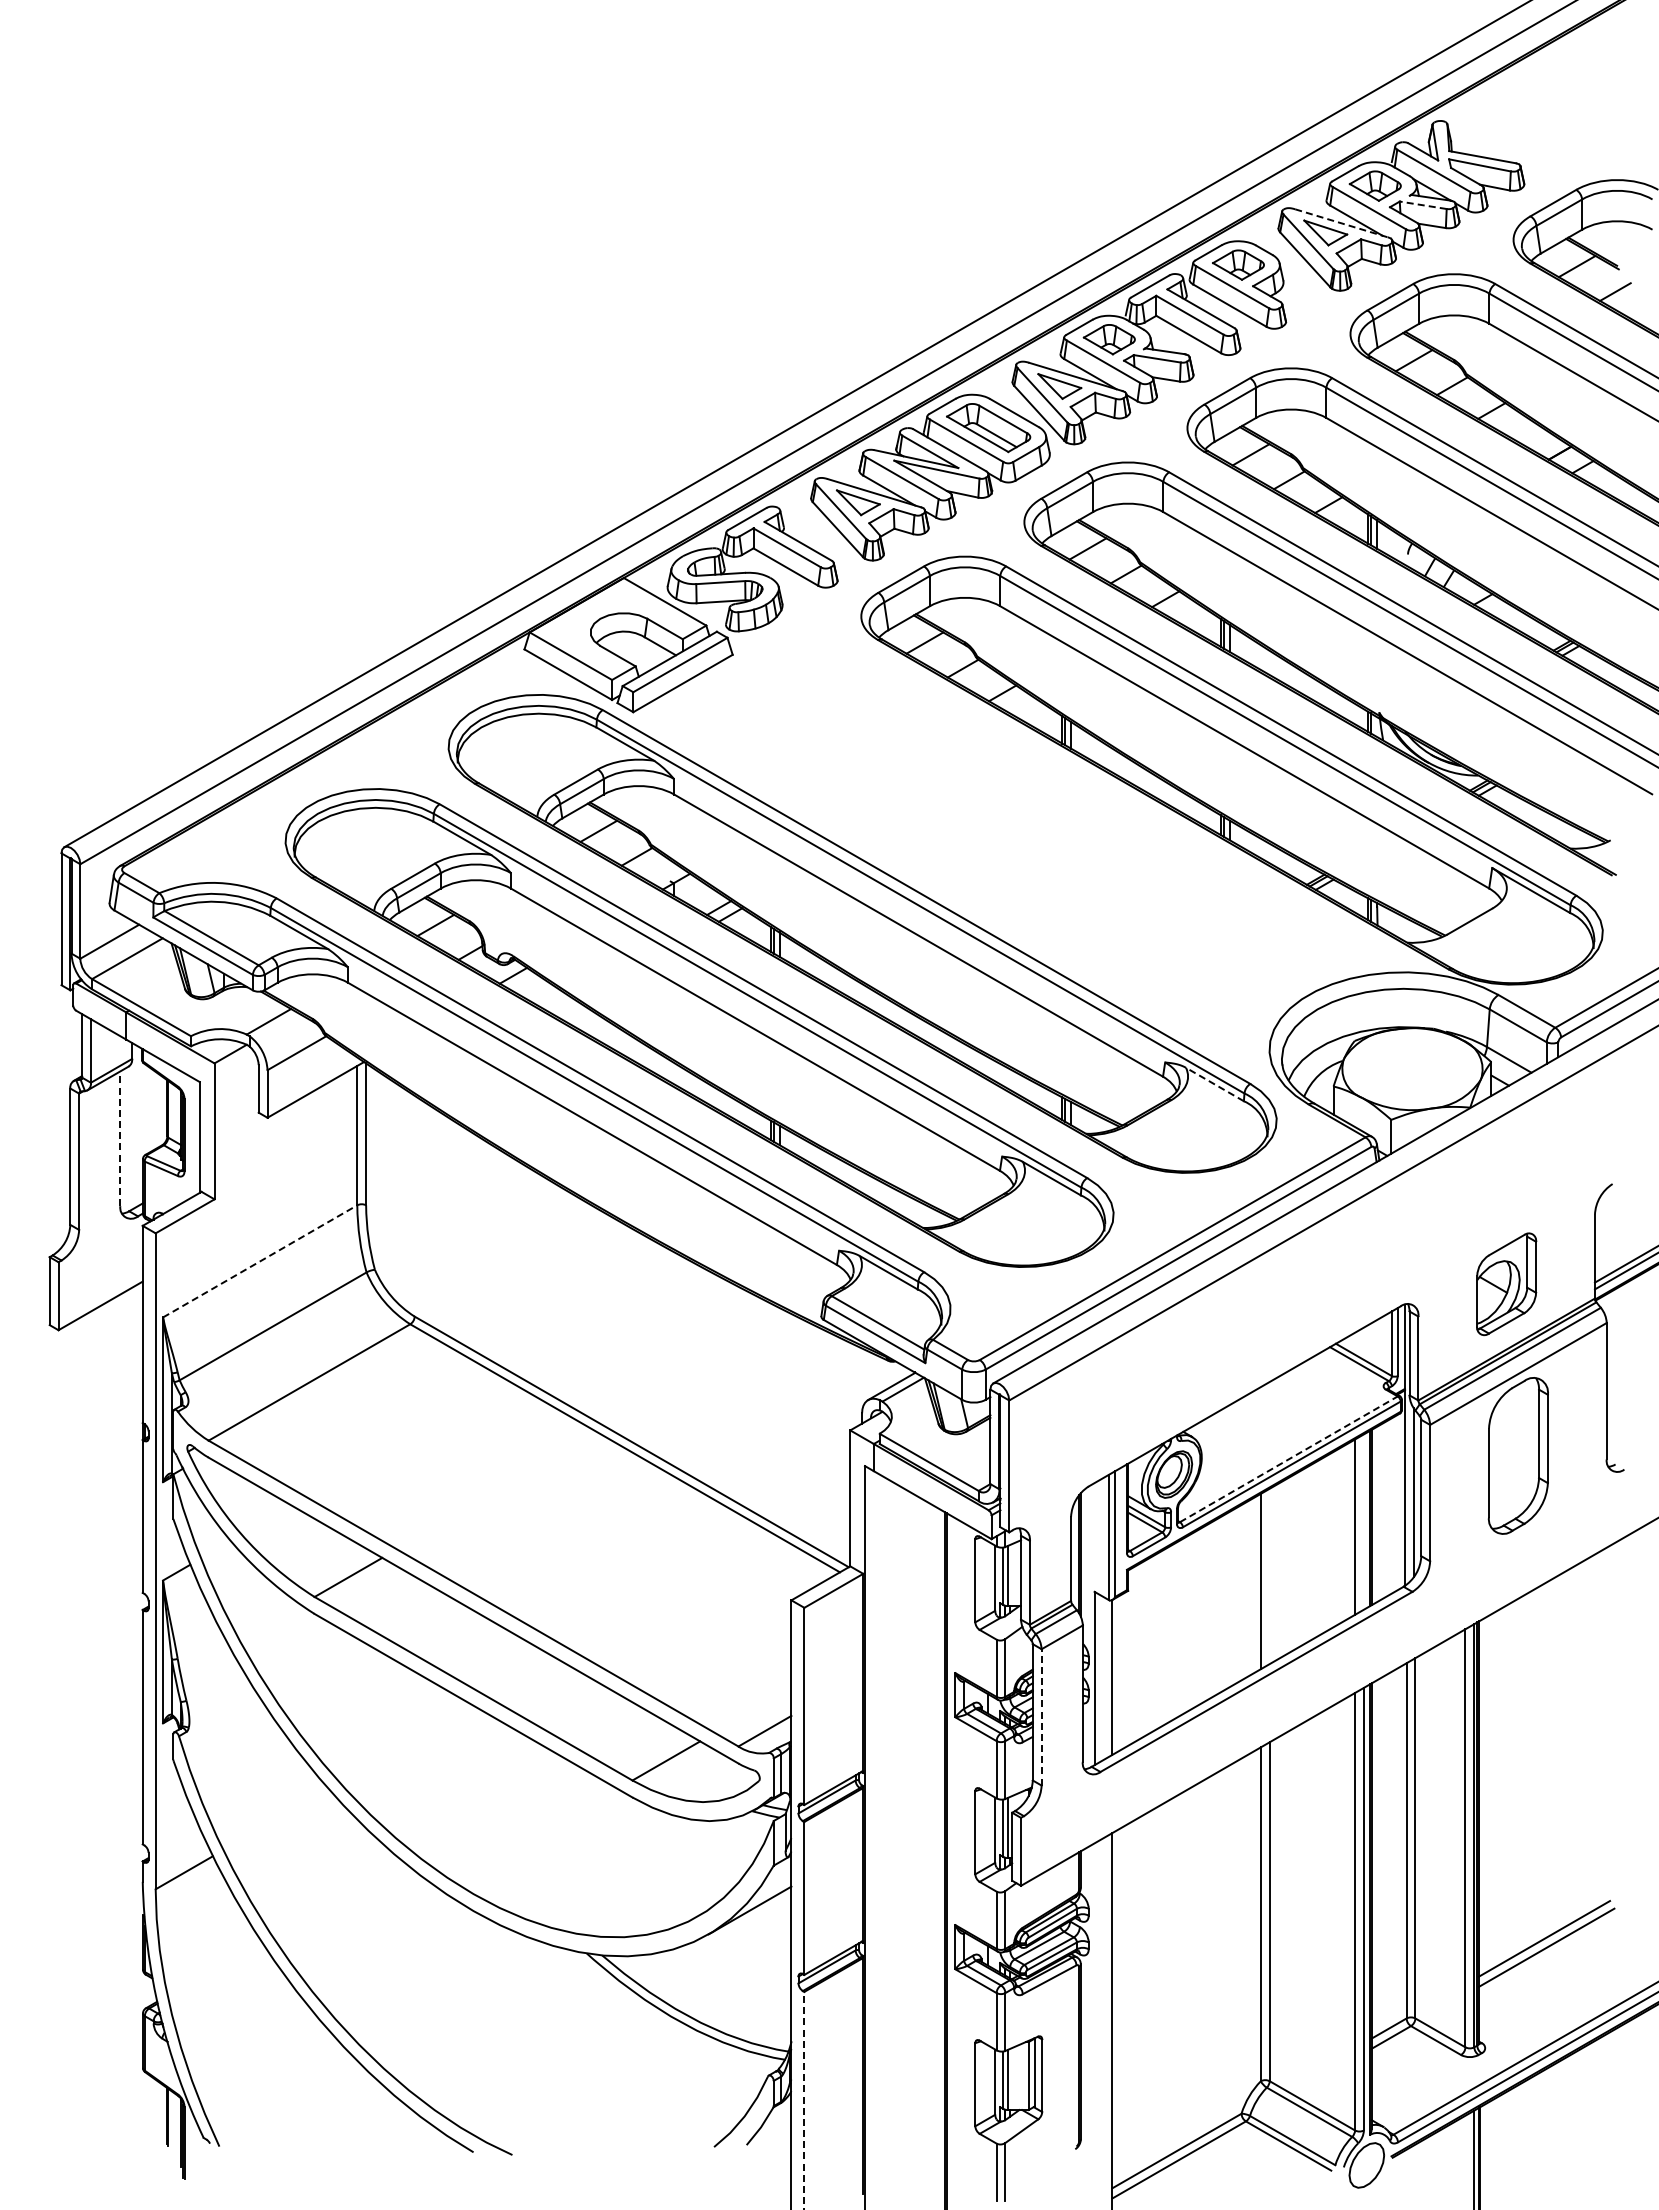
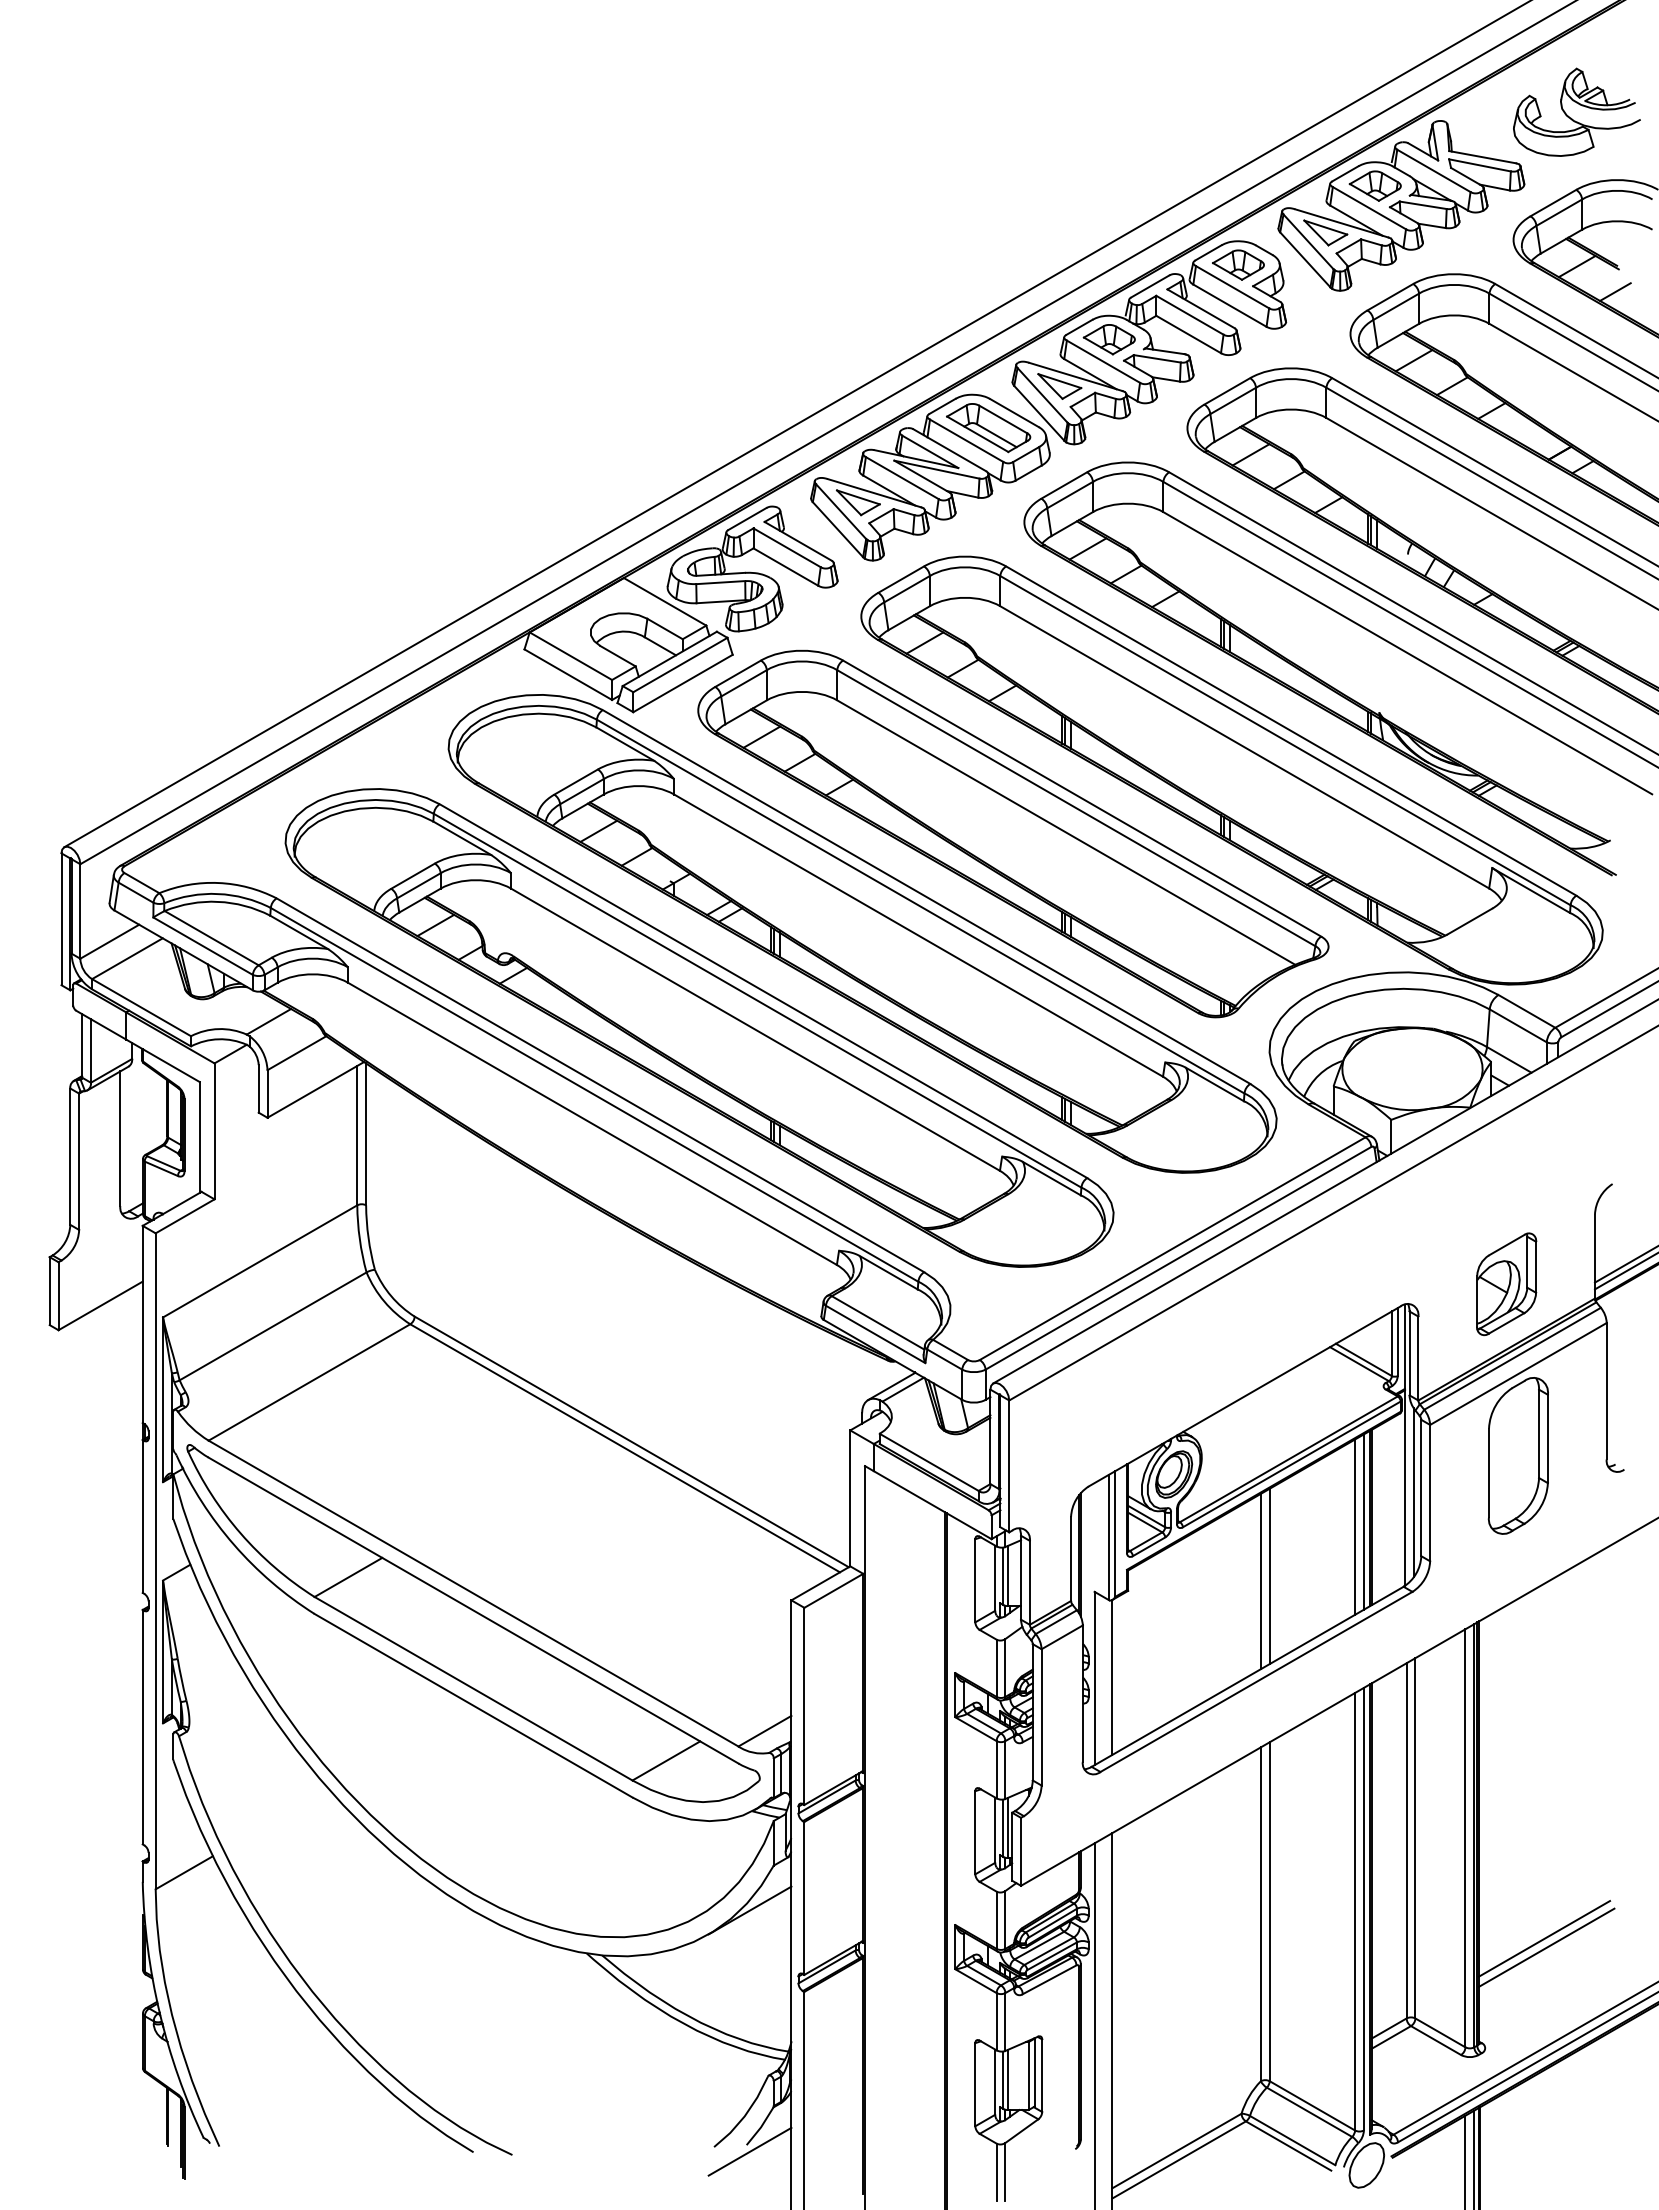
part at (1580, 105): none -> present
line at (1423, 205): dashed -> solid
line at (1341, 223): dashed -> solid
part at (1013, 833): none -> present
line at (1214, 1084): dashed -> solid
line at (120, 1138): dashed -> solid
line at (260, 1261): dashed -> solid
line at (1288, 1459): dashed -> solid
line at (1363, 1521): none -> present
line at (1269, 1576): none -> present
line at (1041, 1716): dashed -> solid
line at (1094, 2024): none -> present
line at (804, 2100): dashed -> solid
line at (749, 2151): none -> present
line at (1465, 2160): none -> present
